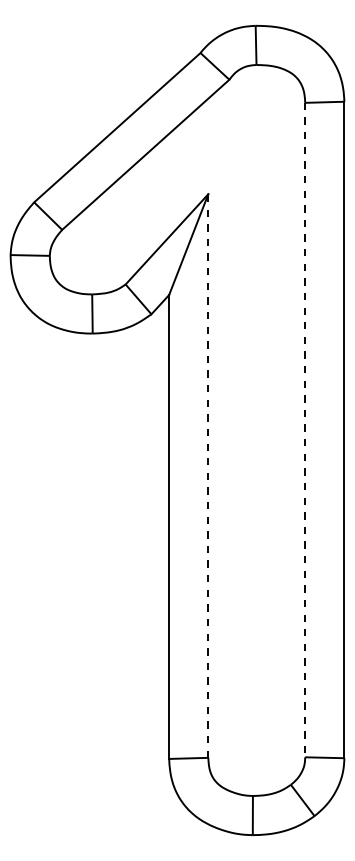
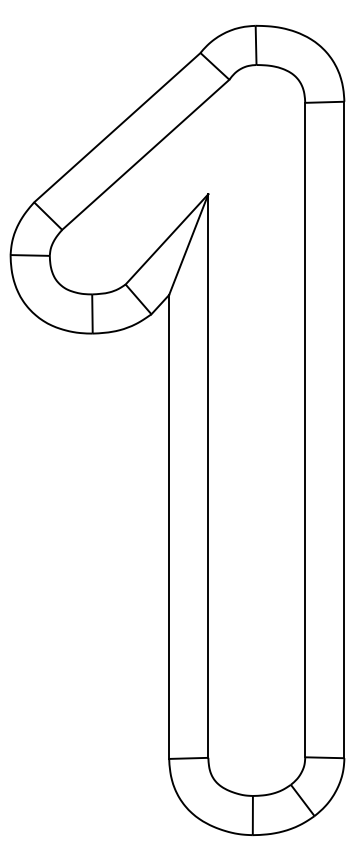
line at (305, 430): dashed -> solid
line at (208, 476): dashed -> solid
